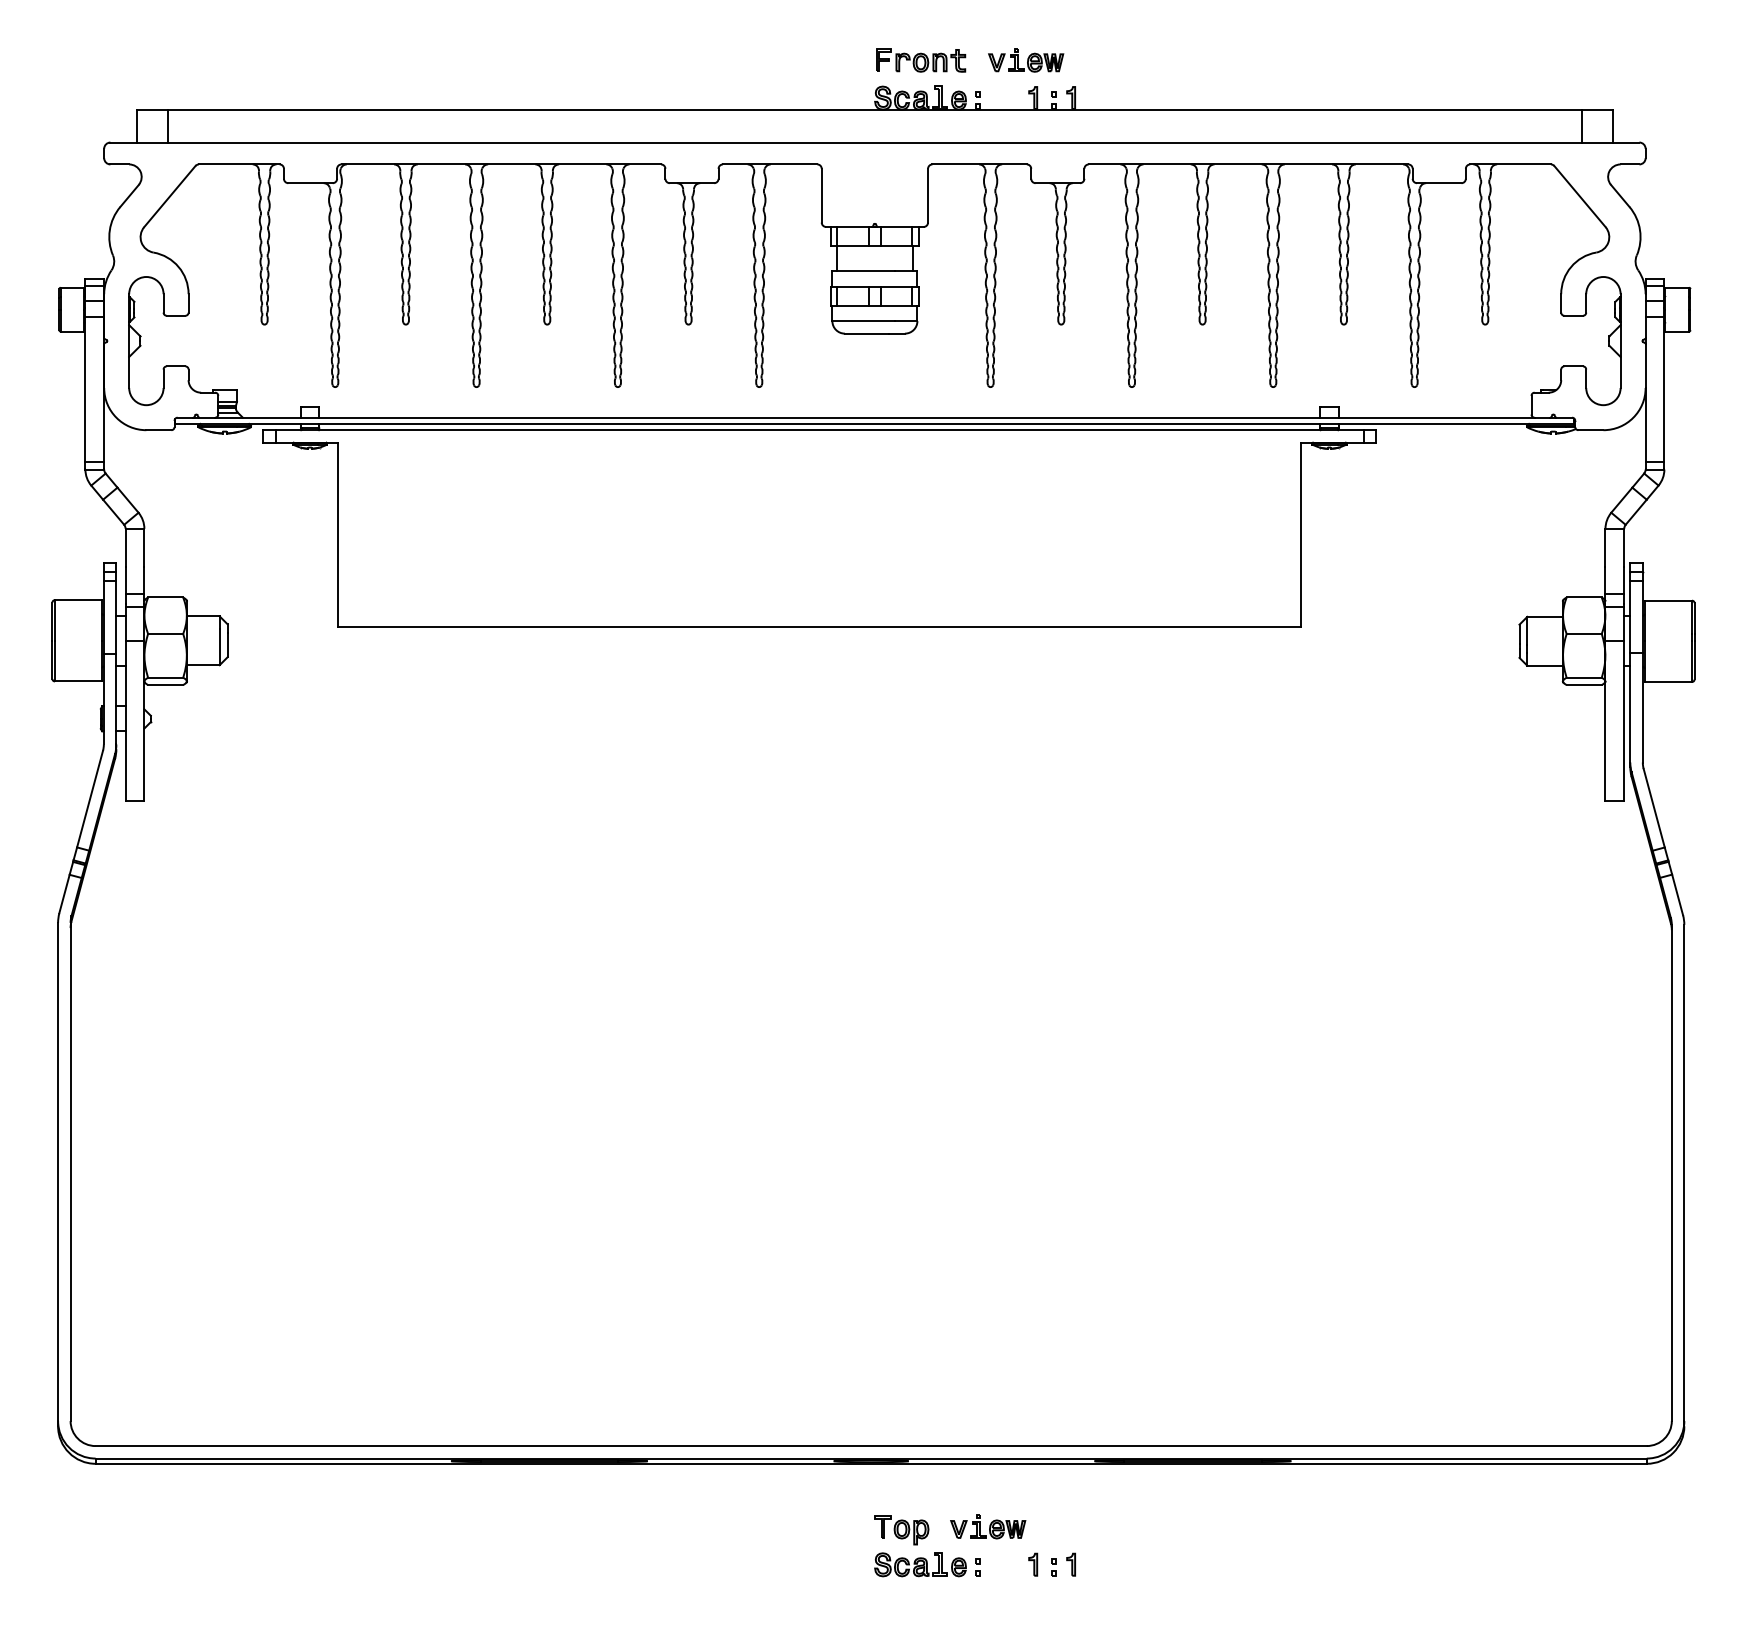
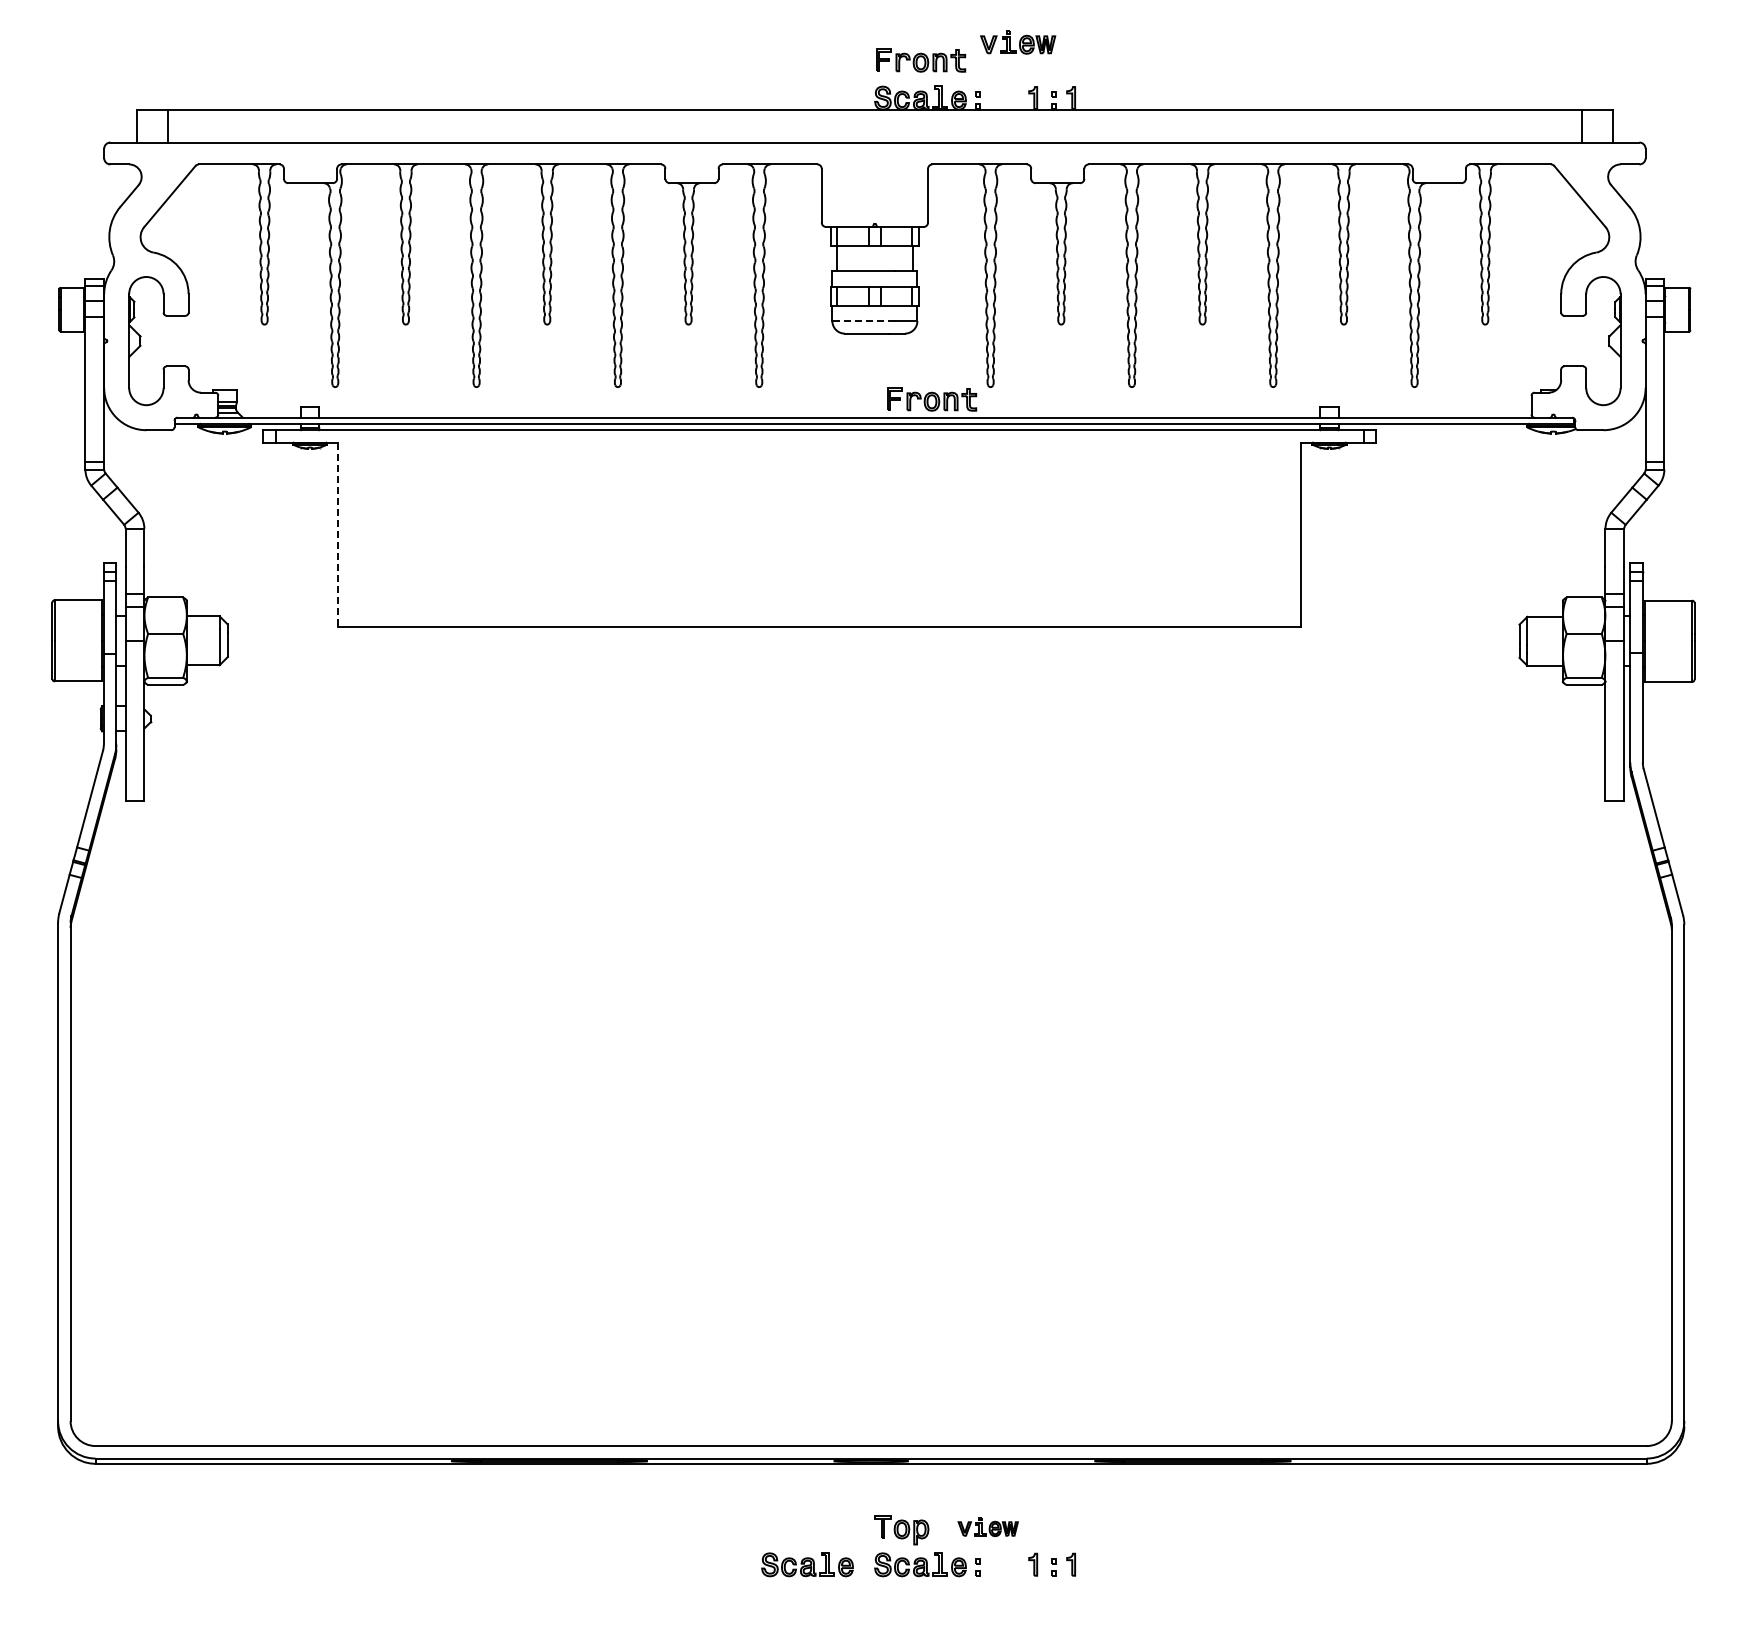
part at (1026, 60) position: (1026, 60) -> (1018, 42)
line at (863, 321): solid -> dashed
part at (932, 399): none -> present
line at (338, 535): solid -> dashed
part at (988, 1526) size: 77x26 px -> 62x21 px
part at (807, 1564): none -> present
